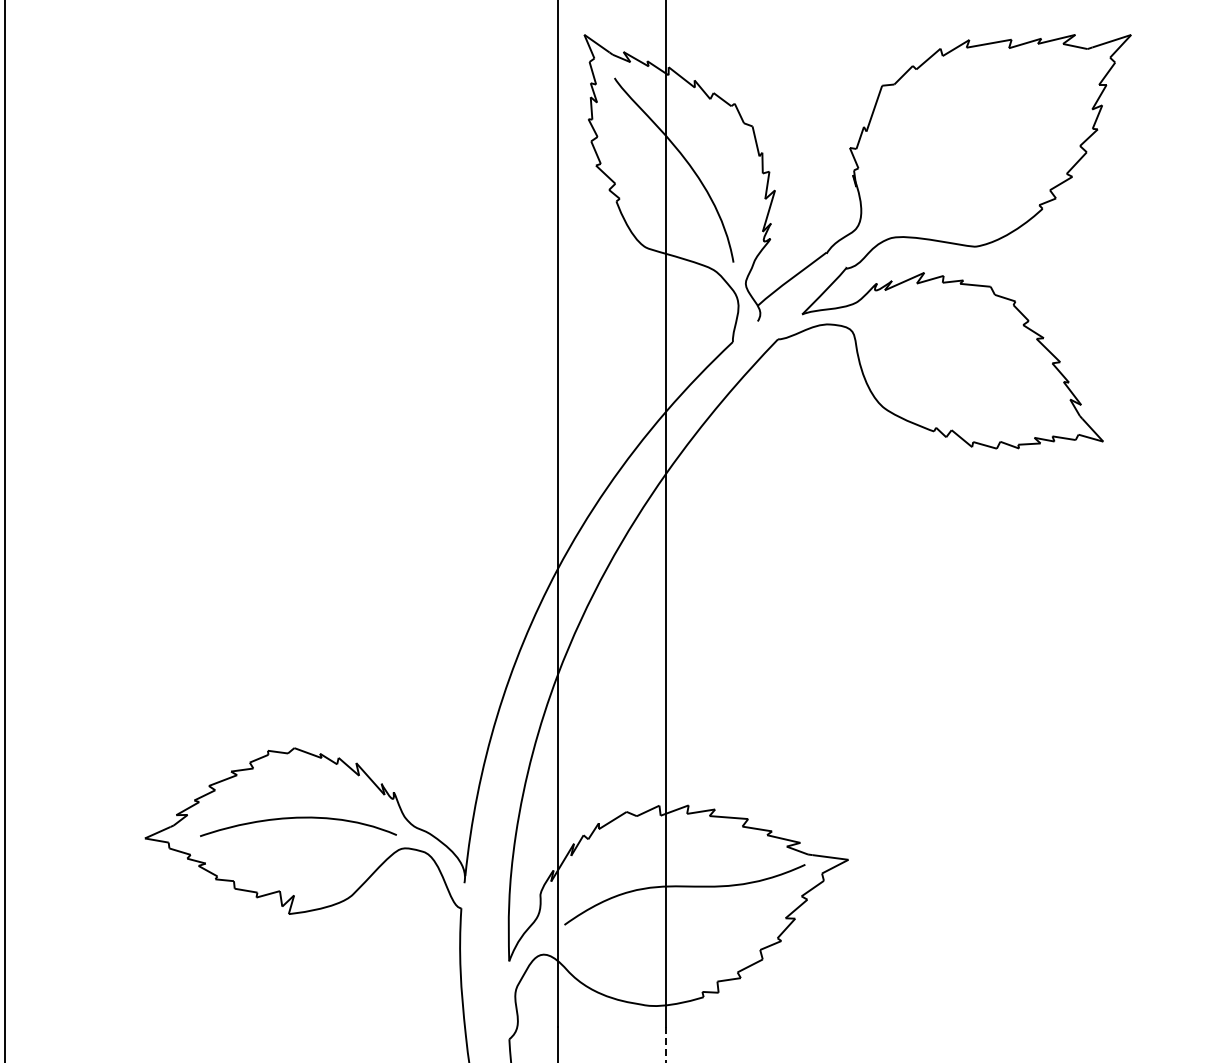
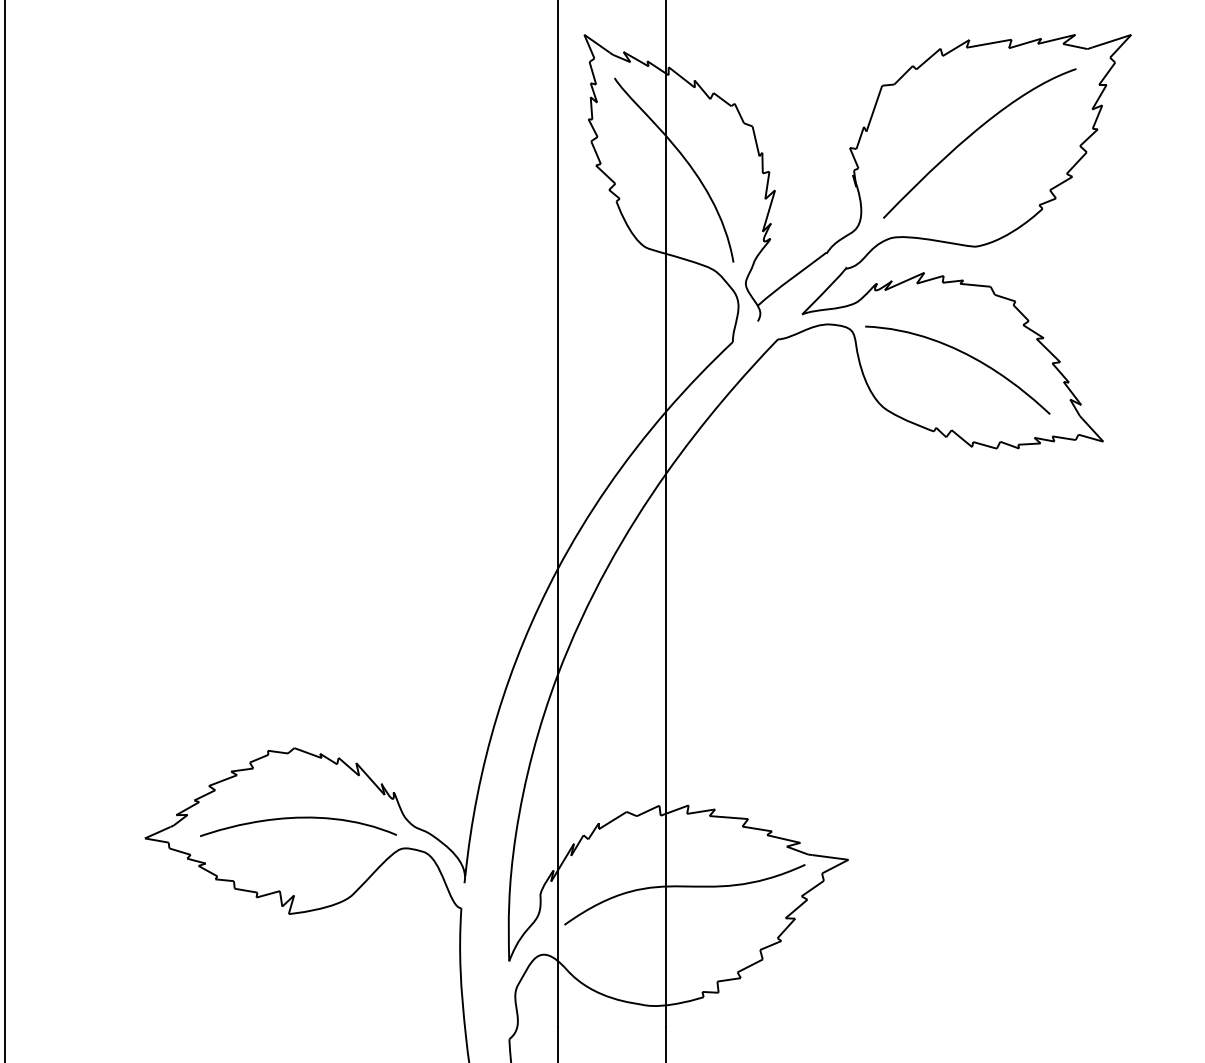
curve at (973, 134): none -> present
curve at (964, 354): none -> present
line at (666, 1044): dashed -> solid
